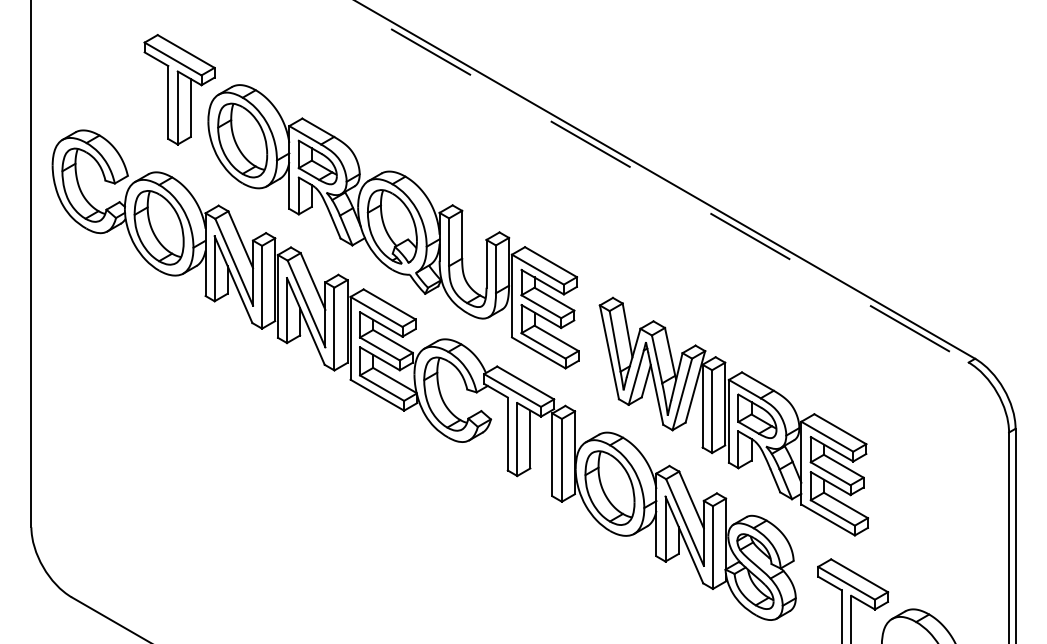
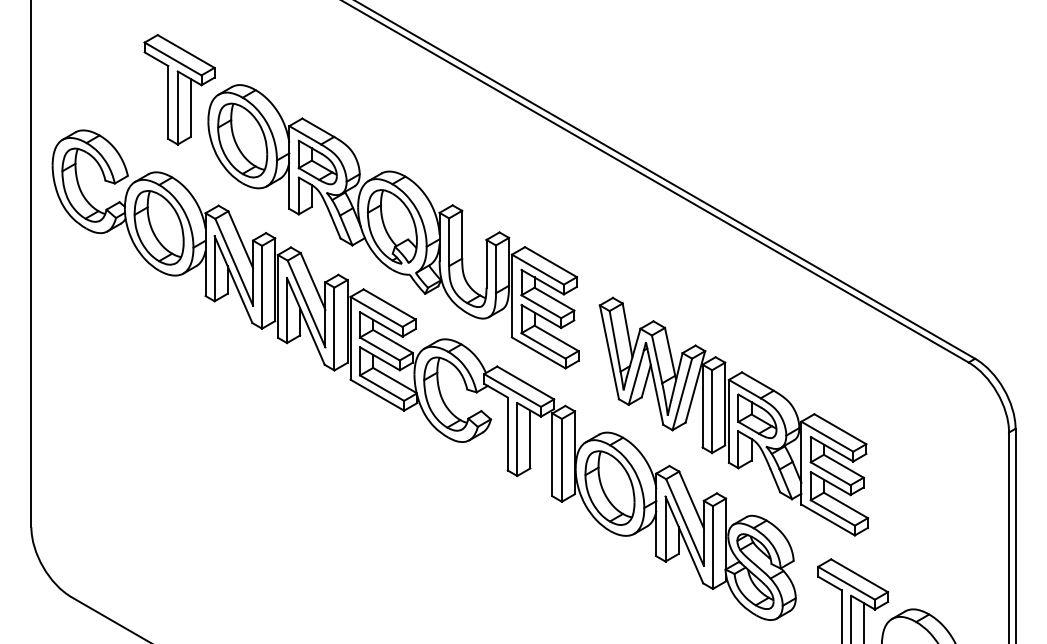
line at (655, 181): dashed -> solid
line at (864, 621): none -> present
